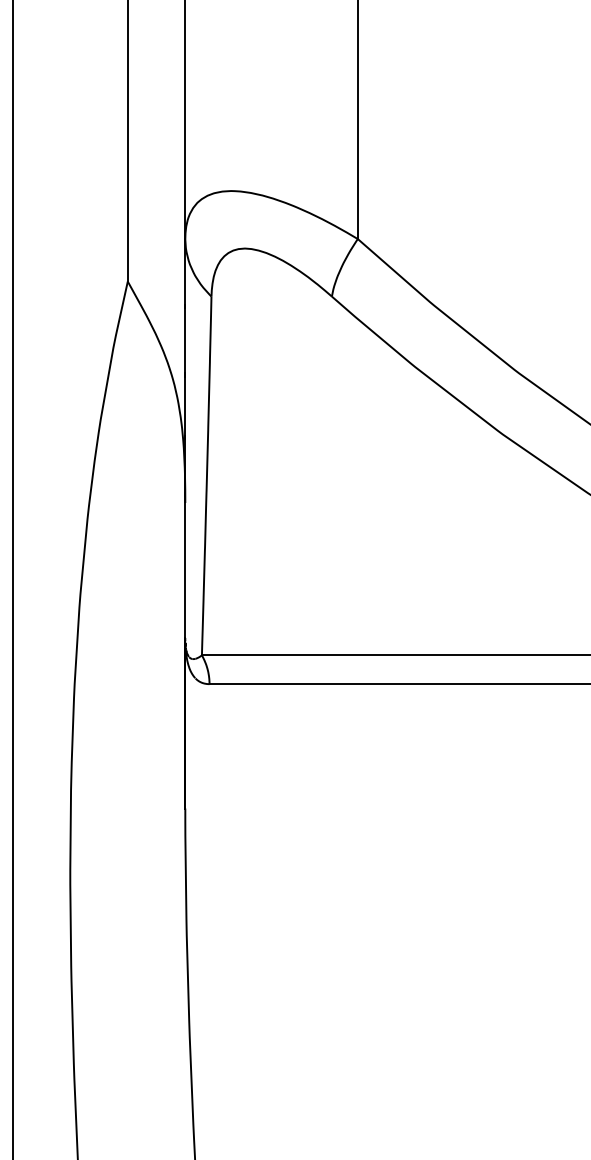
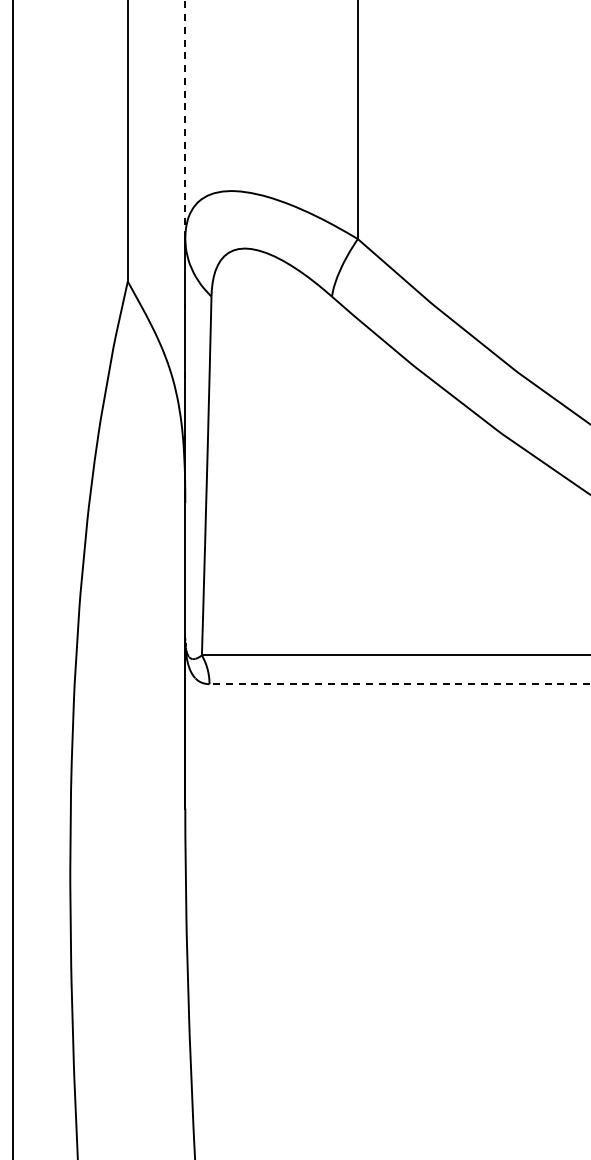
line at (185, 120): solid -> dashed
line at (399, 684): solid -> dashed
